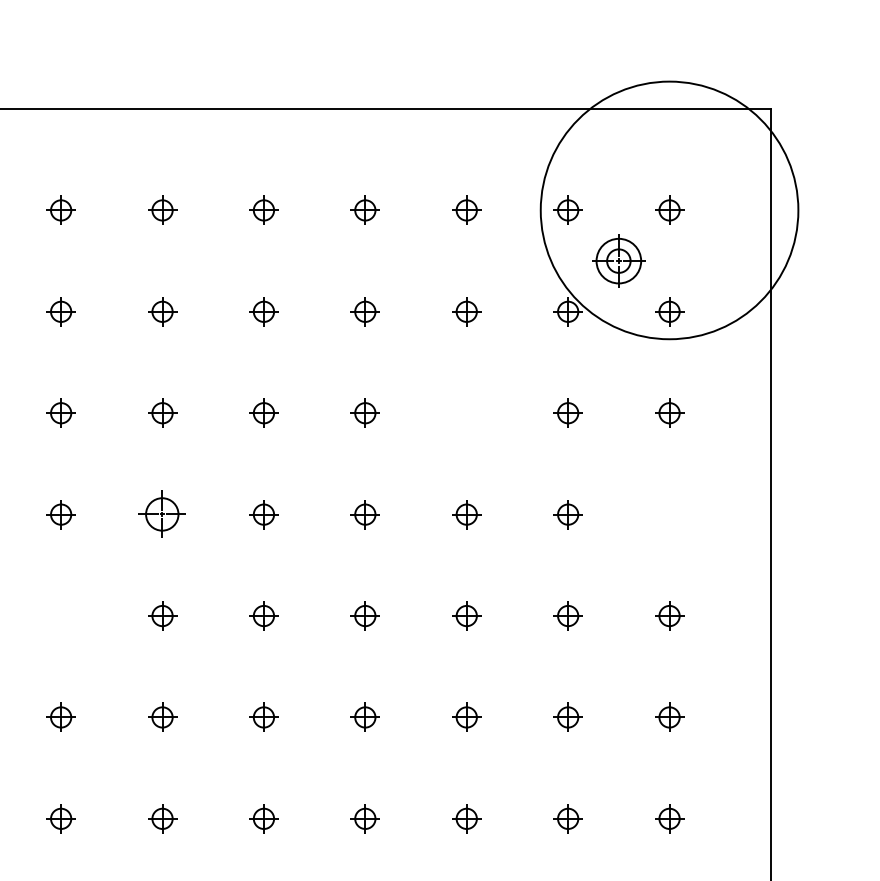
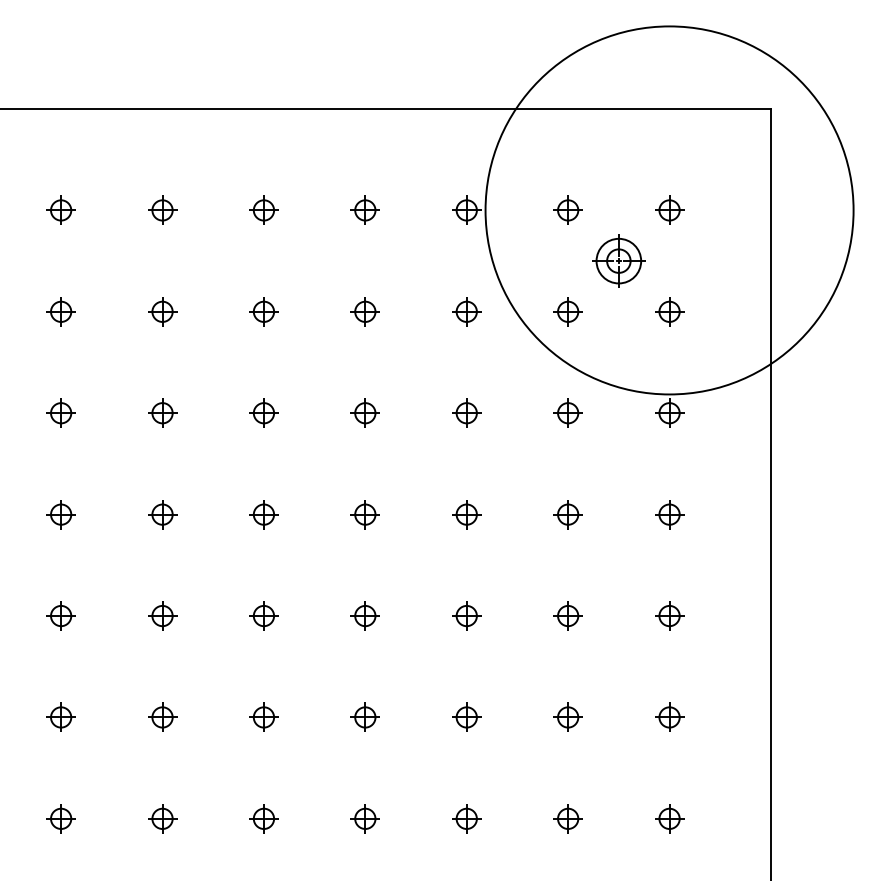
circle at (669, 210) diameter: 258 px -> 368 px
part at (466, 412): none -> present
part at (161, 513) size: 48x48 px -> 30x30 px
part at (669, 514): none -> present
part at (60, 615): none -> present
